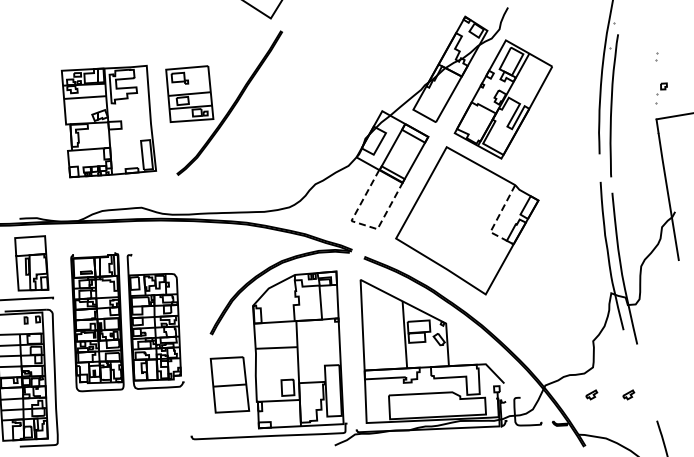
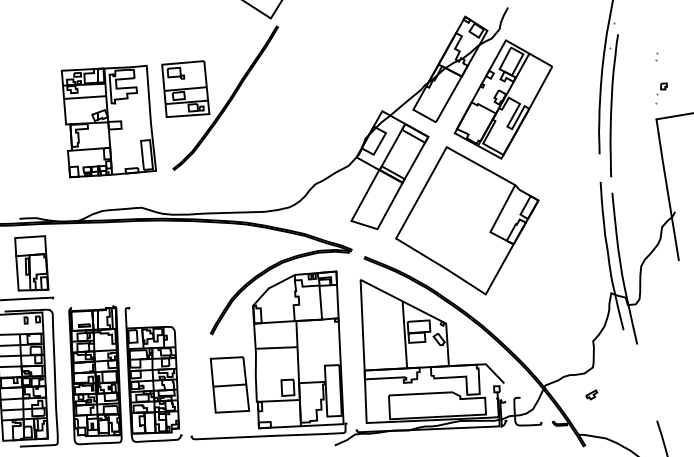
part at (231, 105) position: (231, 105) -> (227, 100)
line at (496, 220): dashed -> solid
line at (361, 224): dashed -> solid
part at (127, 322) position: (127, 322) -> (125, 375)
part at (628, 394): present -> none
